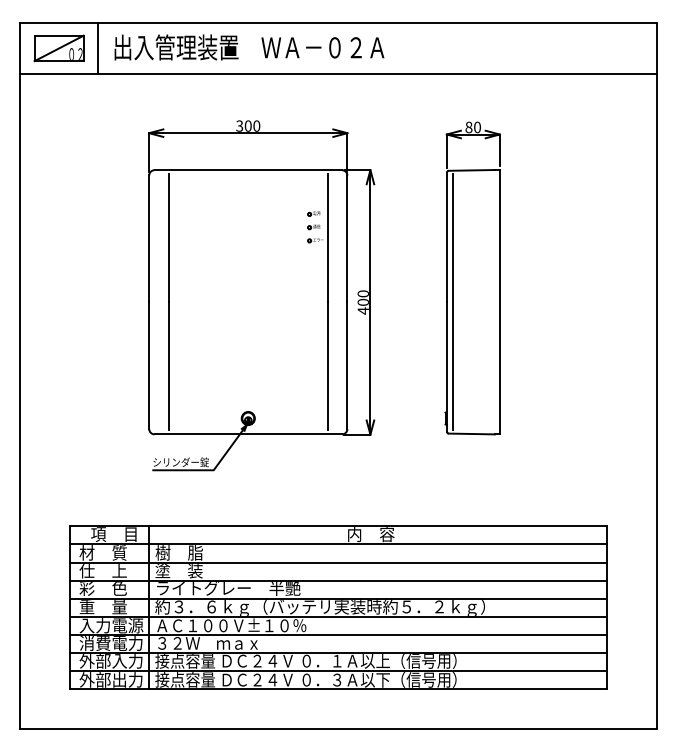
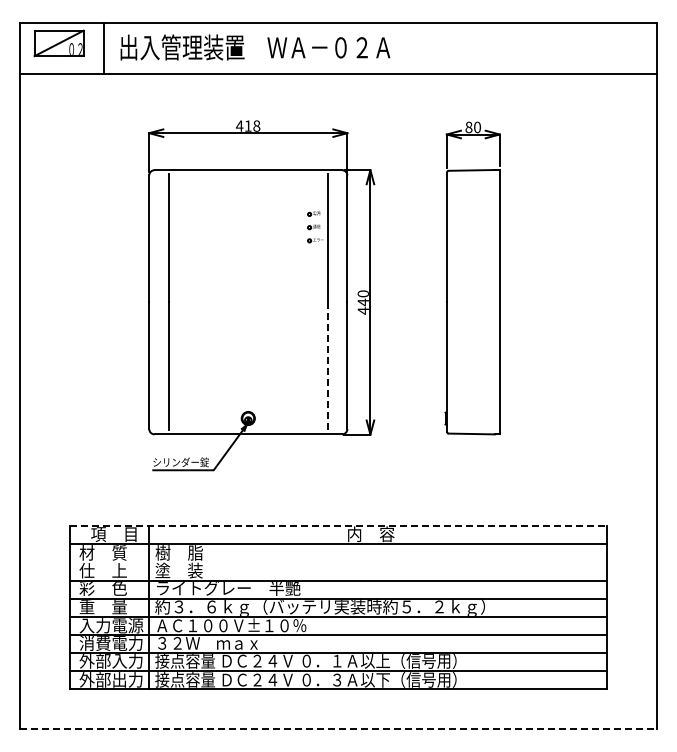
text at (249, 47) position: (249, 47) -> (255, 47)
part at (58, 48) position: (58, 48) -> (58, 43)
line at (97, 48) position: (97, 48) -> (103, 48)
text at (247, 125): 300 -> 418
text at (362, 302): 400 -> 440
line at (453, 302): present -> none
line at (327, 366): solid -> dashed
line at (338, 526): solid -> dashed
line at (338, 562): present -> none
line at (338, 729): solid -> dashed
